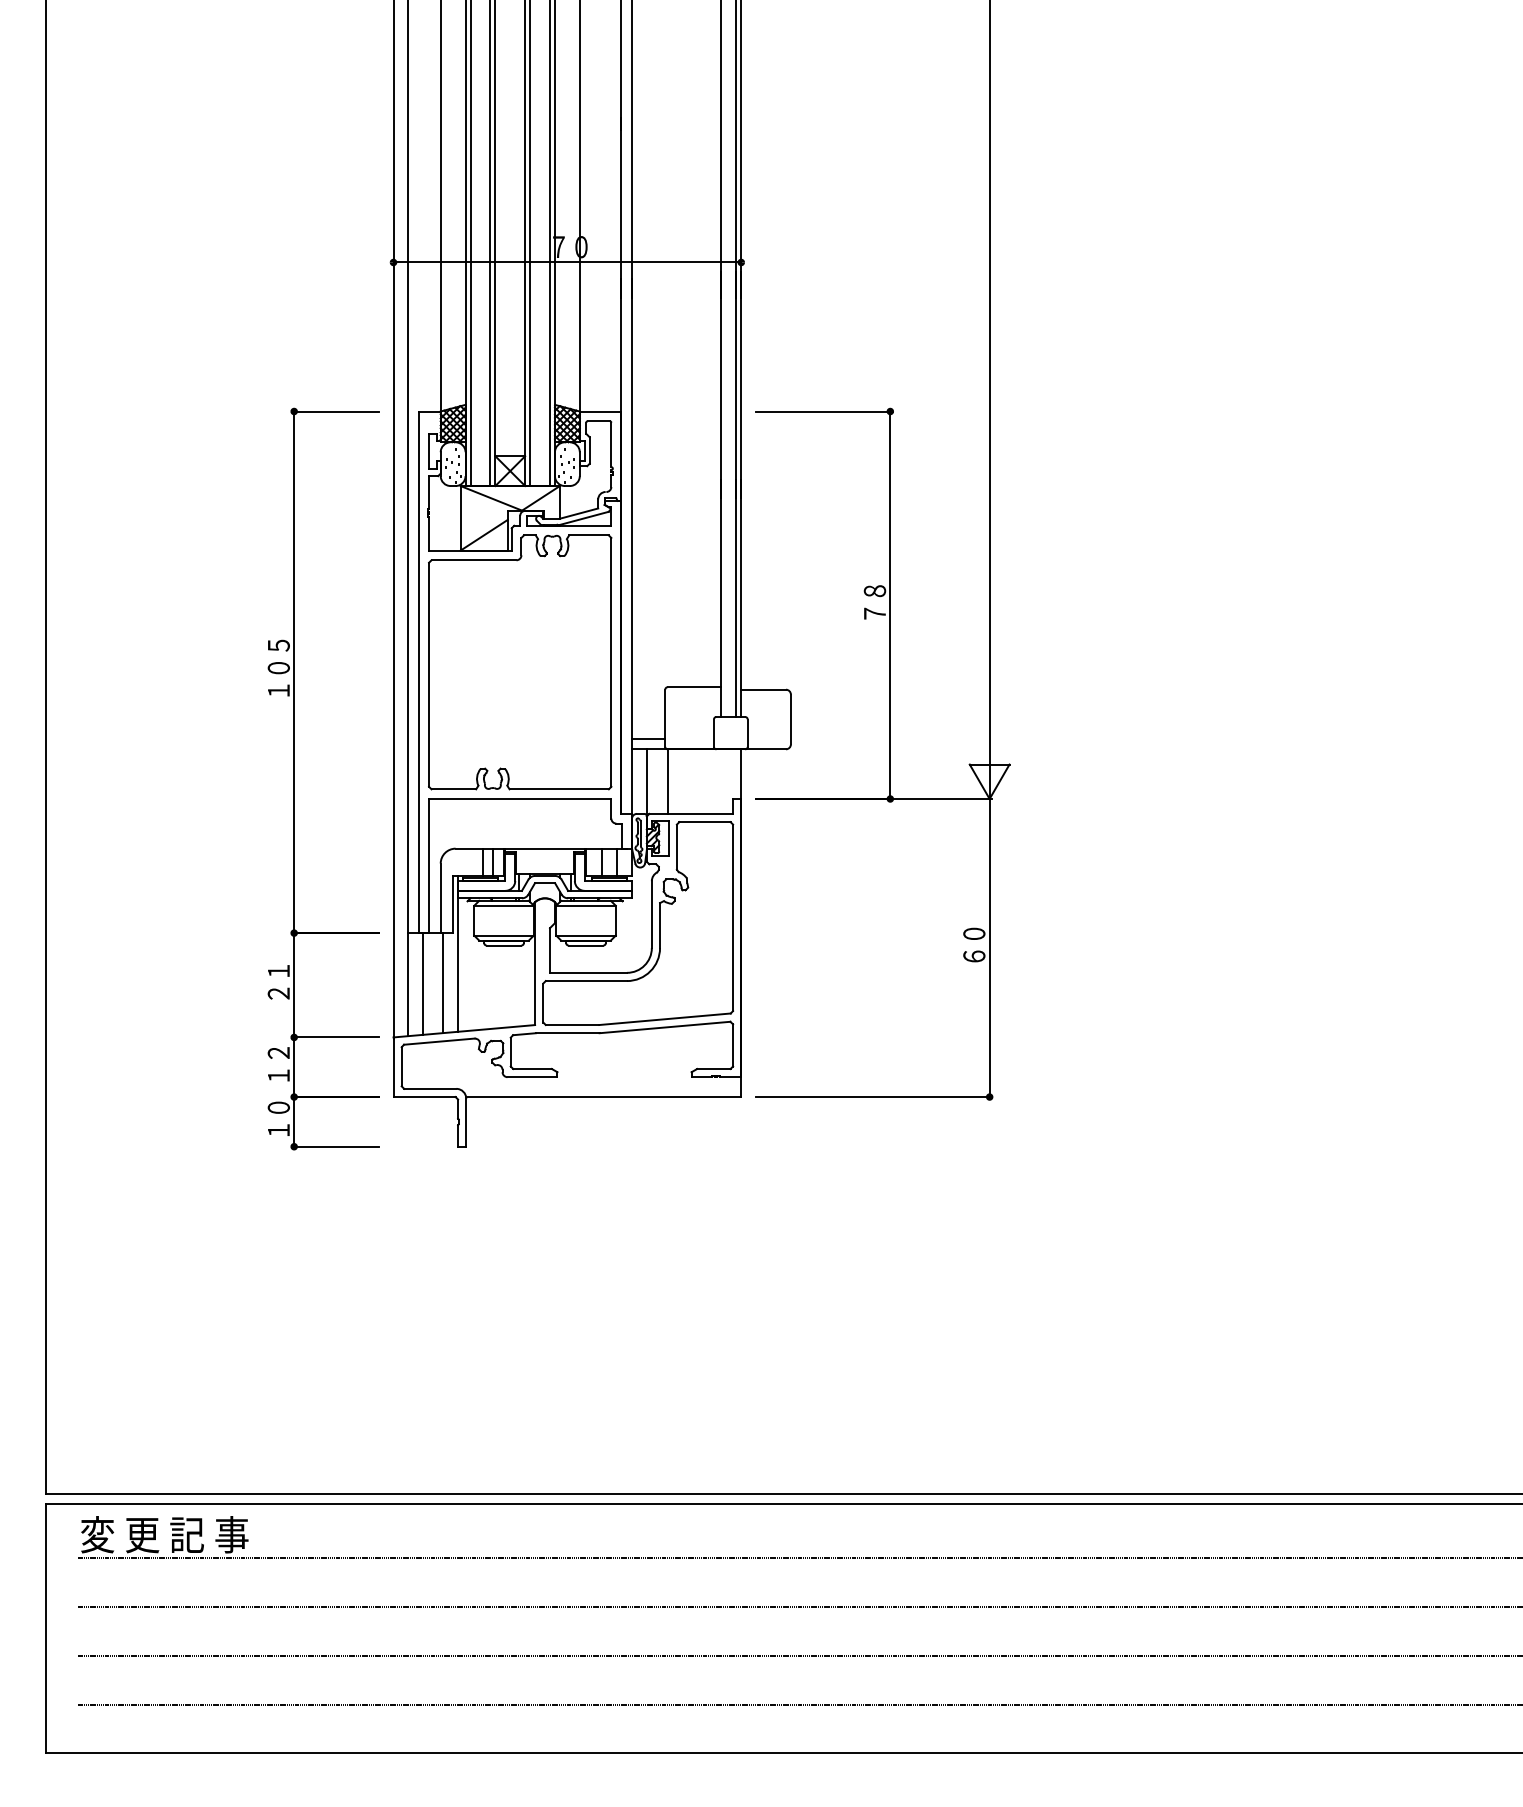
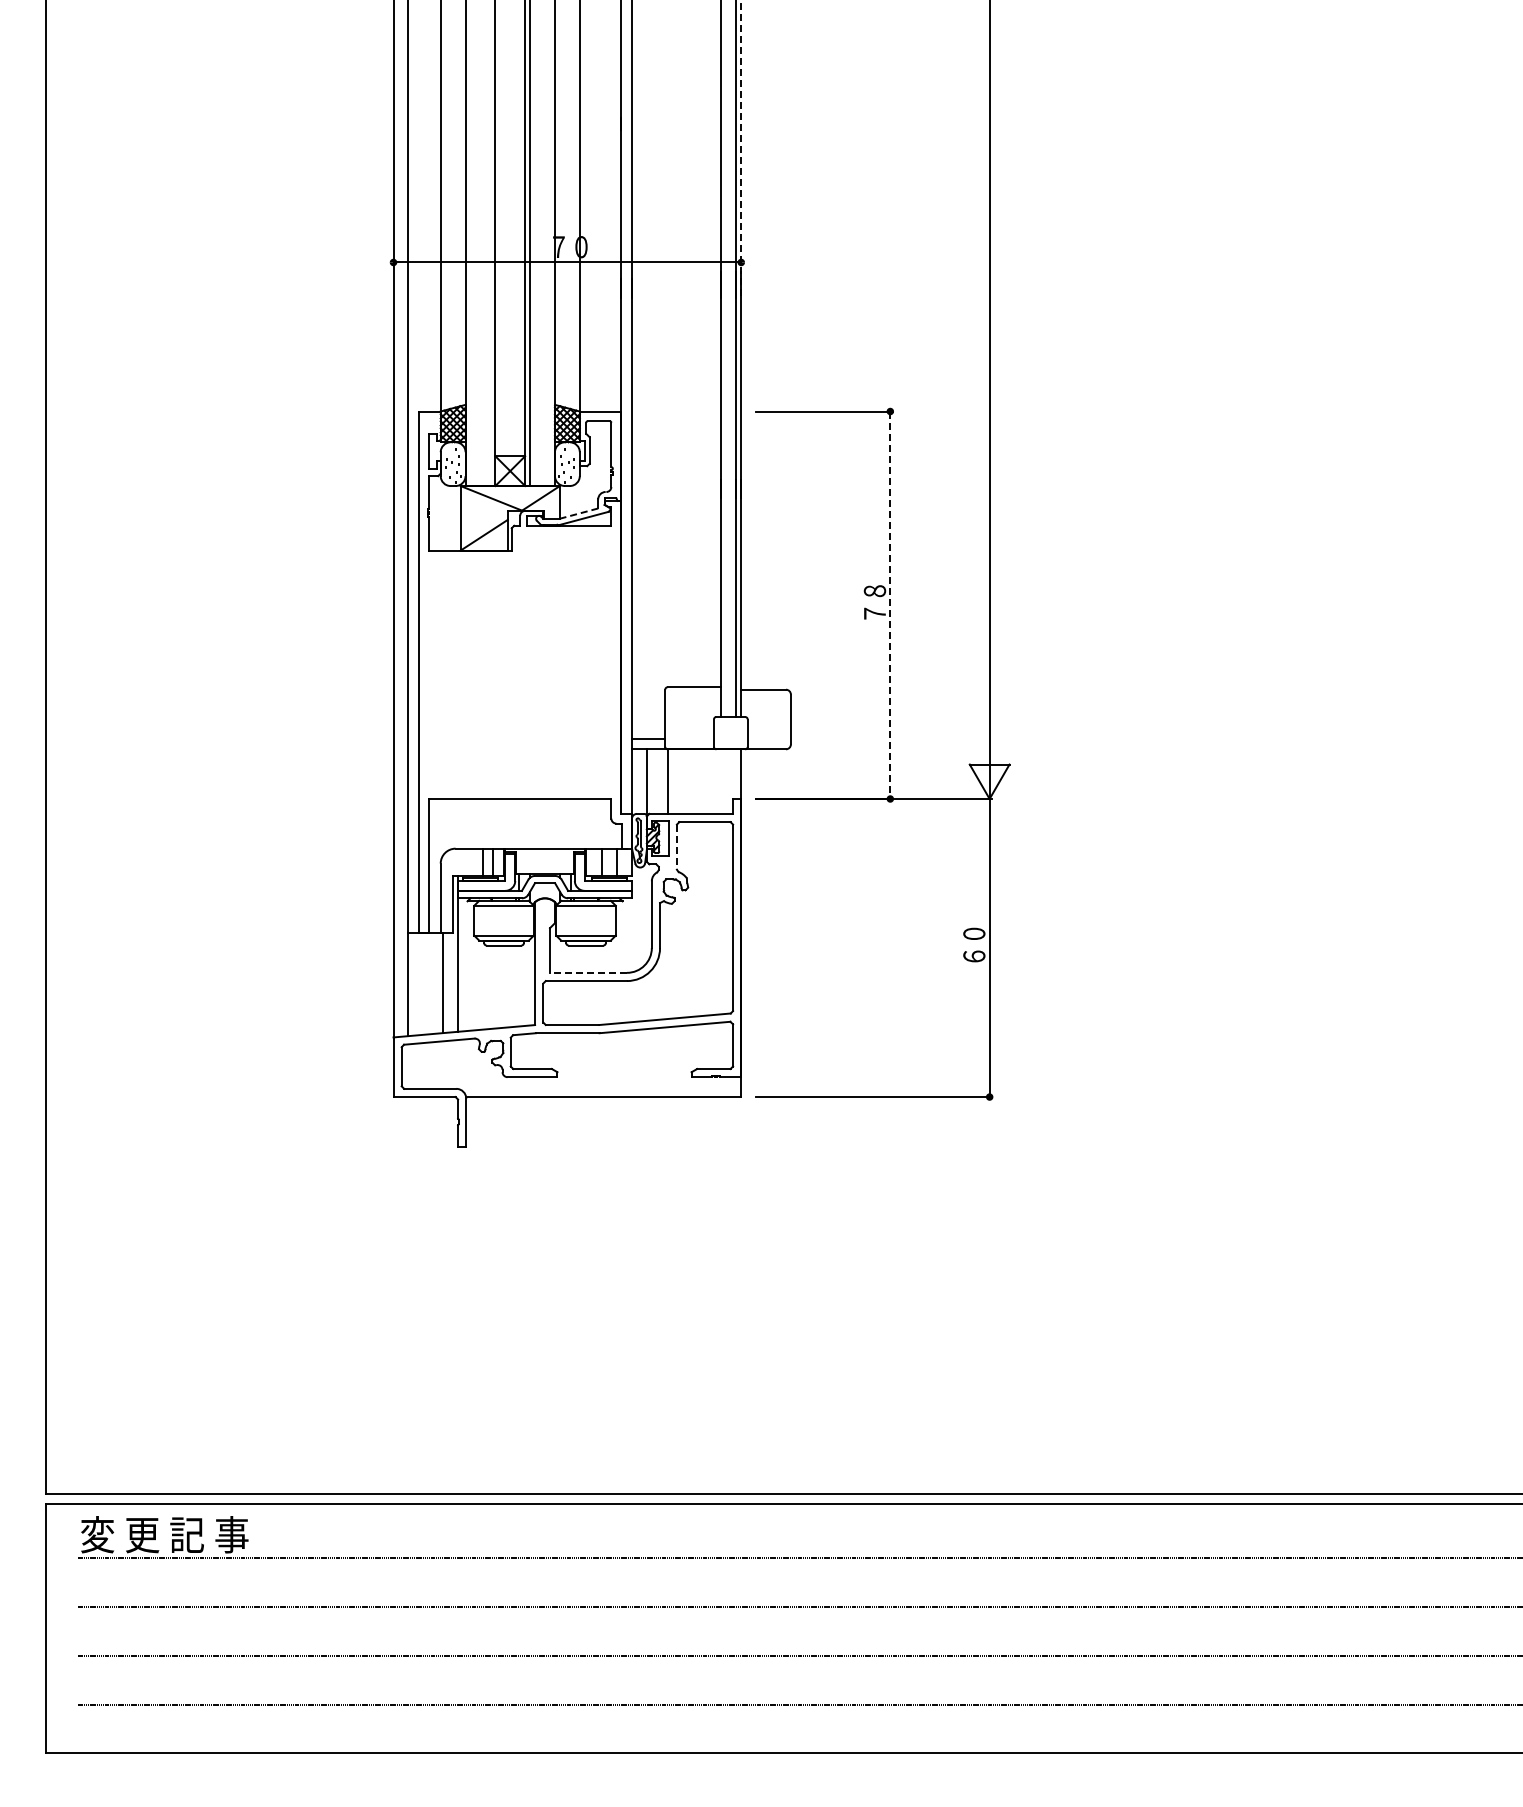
line at (741, 149): solid -> dashed
line at (470, 244): present -> none
line at (490, 244): present -> none
line at (550, 244): present -> none
line at (578, 513): solid -> dashed
line at (890, 605): solid -> dashed
part at (520, 662): present -> none
part at (294, 778): present -> none
line at (676, 847): solid -> dashed
line at (588, 972): solid -> dashed
line at (423, 983): present -> none
